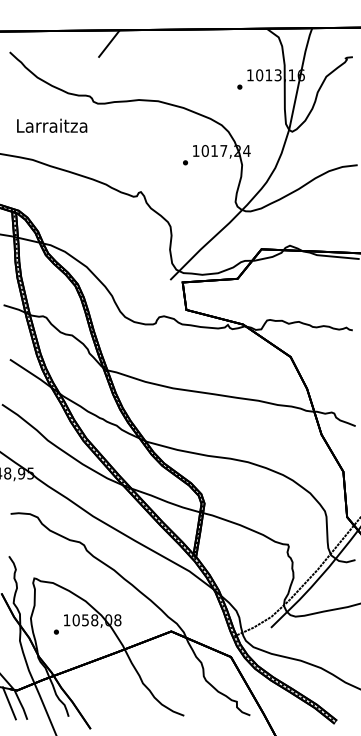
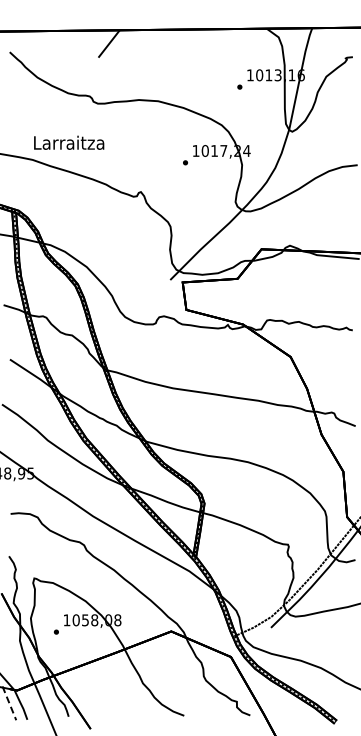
text at (52, 125) position: (52, 125) -> (69, 142)
line at (9, 703): solid -> dashed
